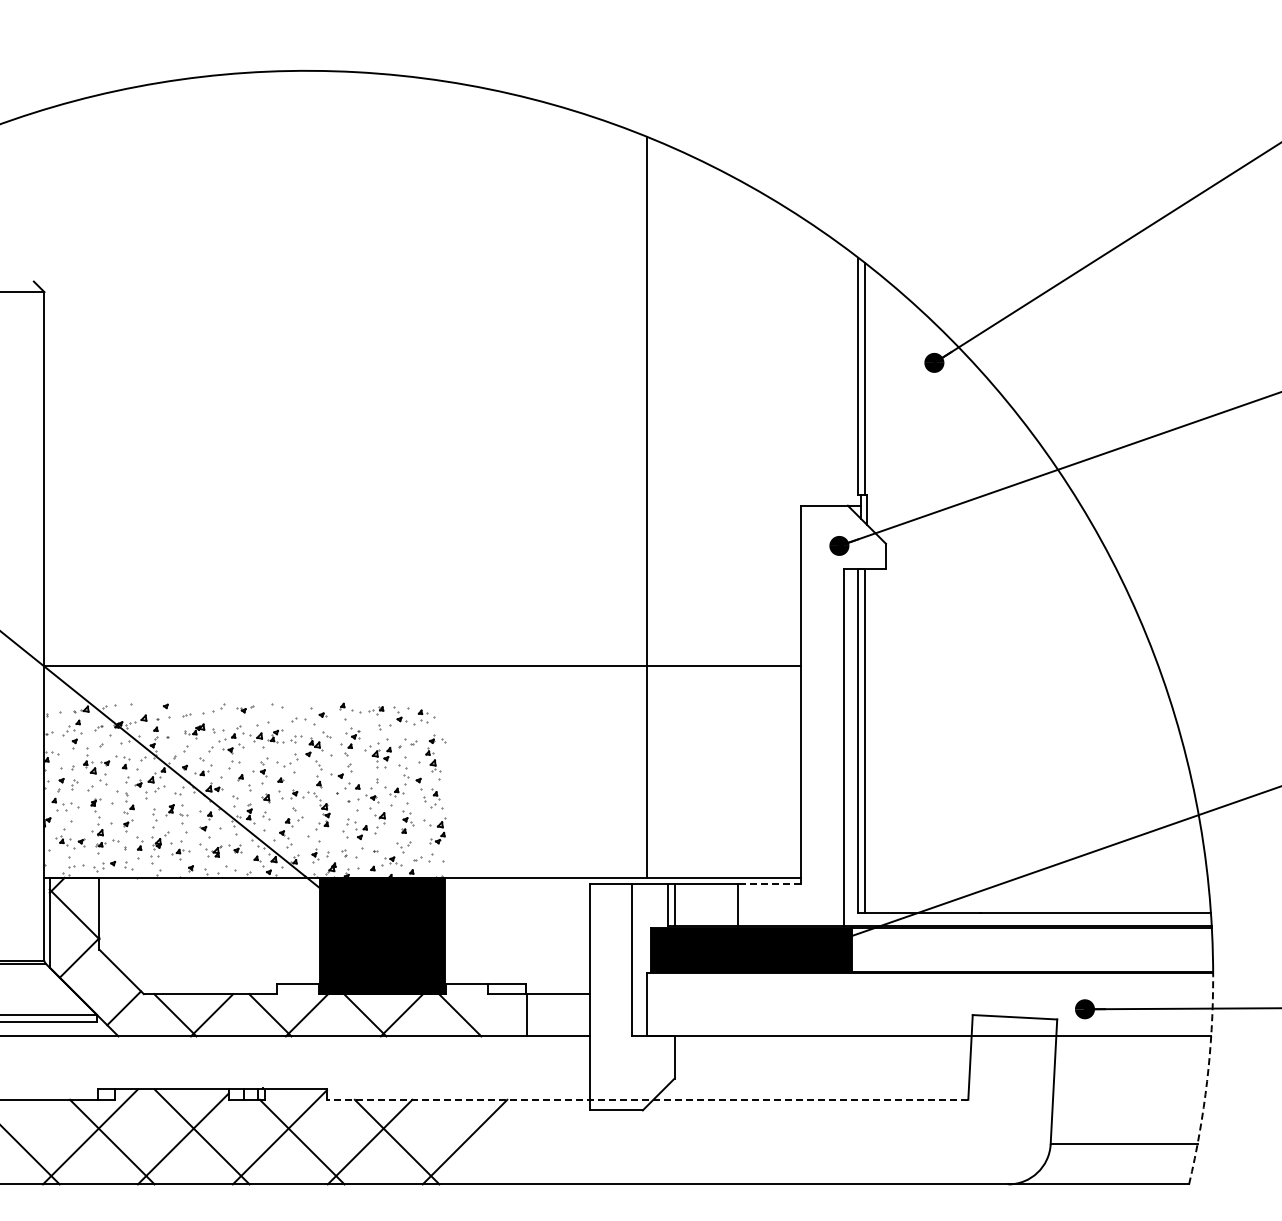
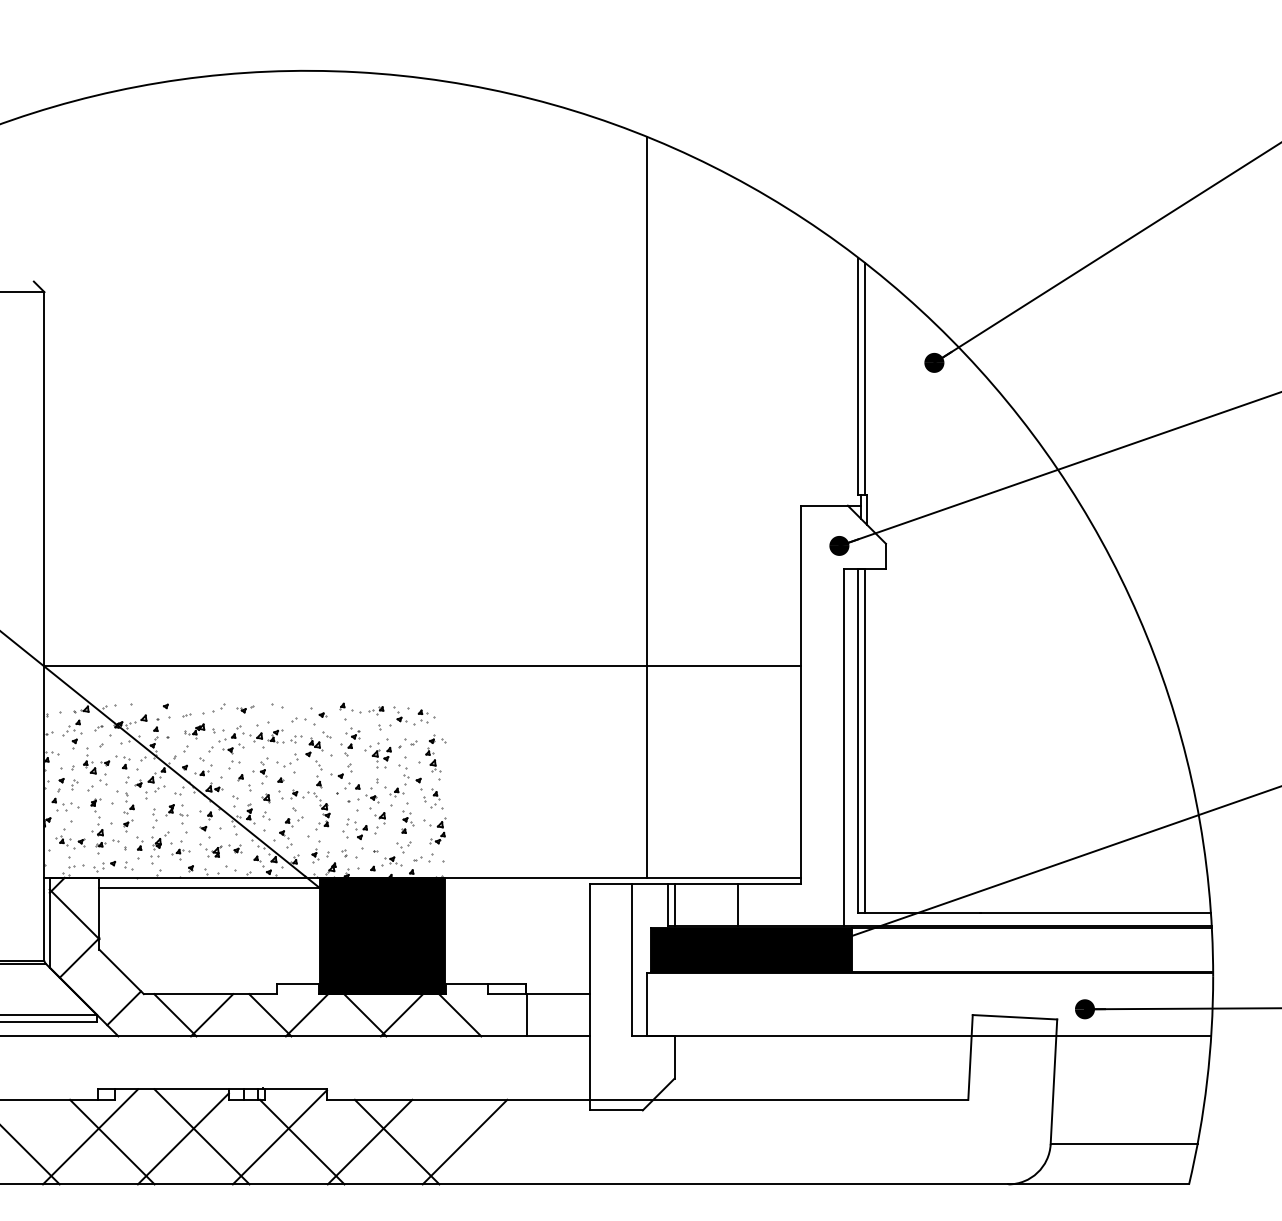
line at (769, 884): dashed -> solid
line at (209, 888): none -> present
arc at (1207, 1081): dashed -> solid
line at (647, 1099): dashed -> solid
